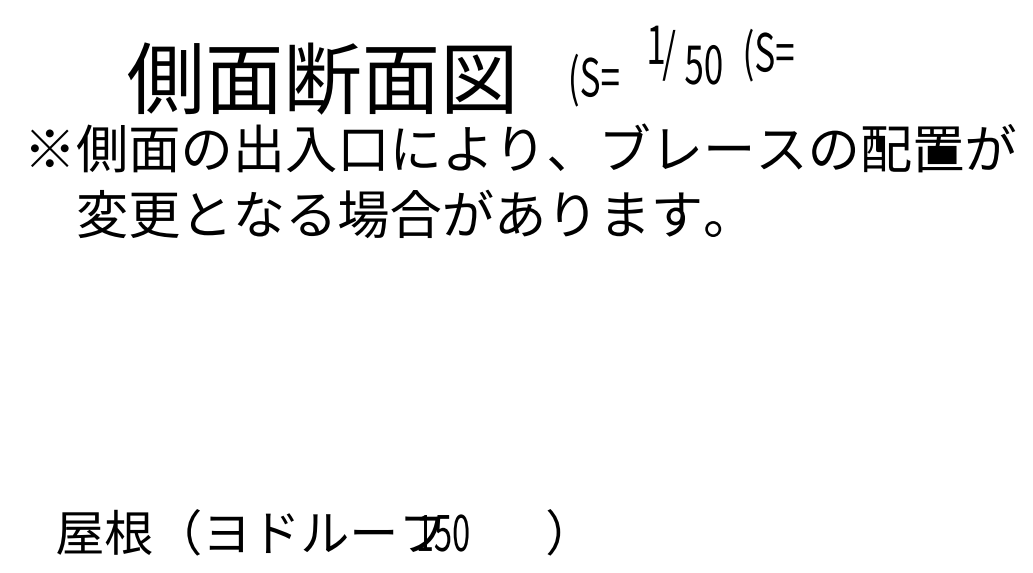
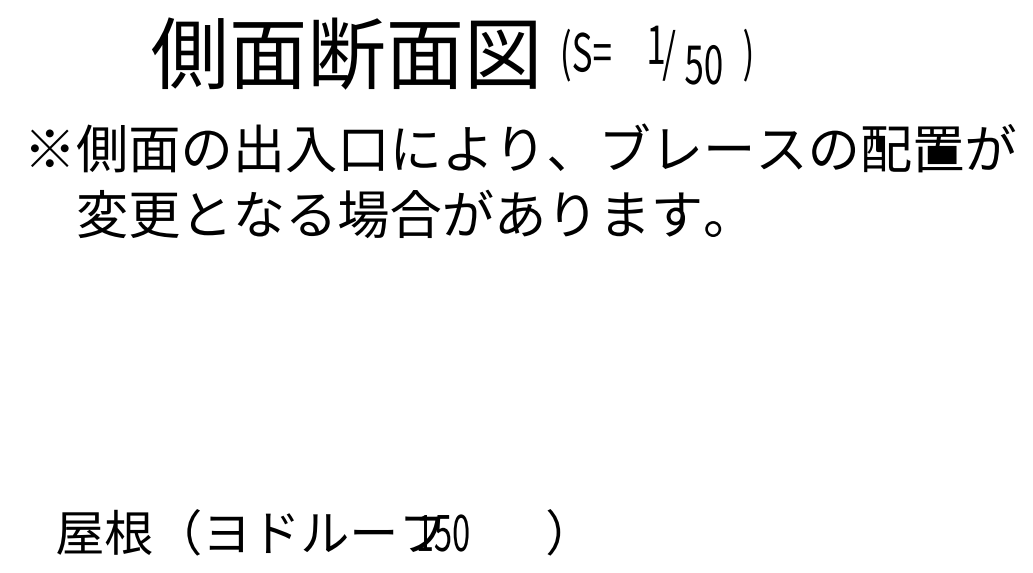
text at (768, 55): (S= -> )
text at (319, 78) position: (319, 78) -> (343, 53)
text at (594, 80) position: (594, 80) -> (586, 55)
